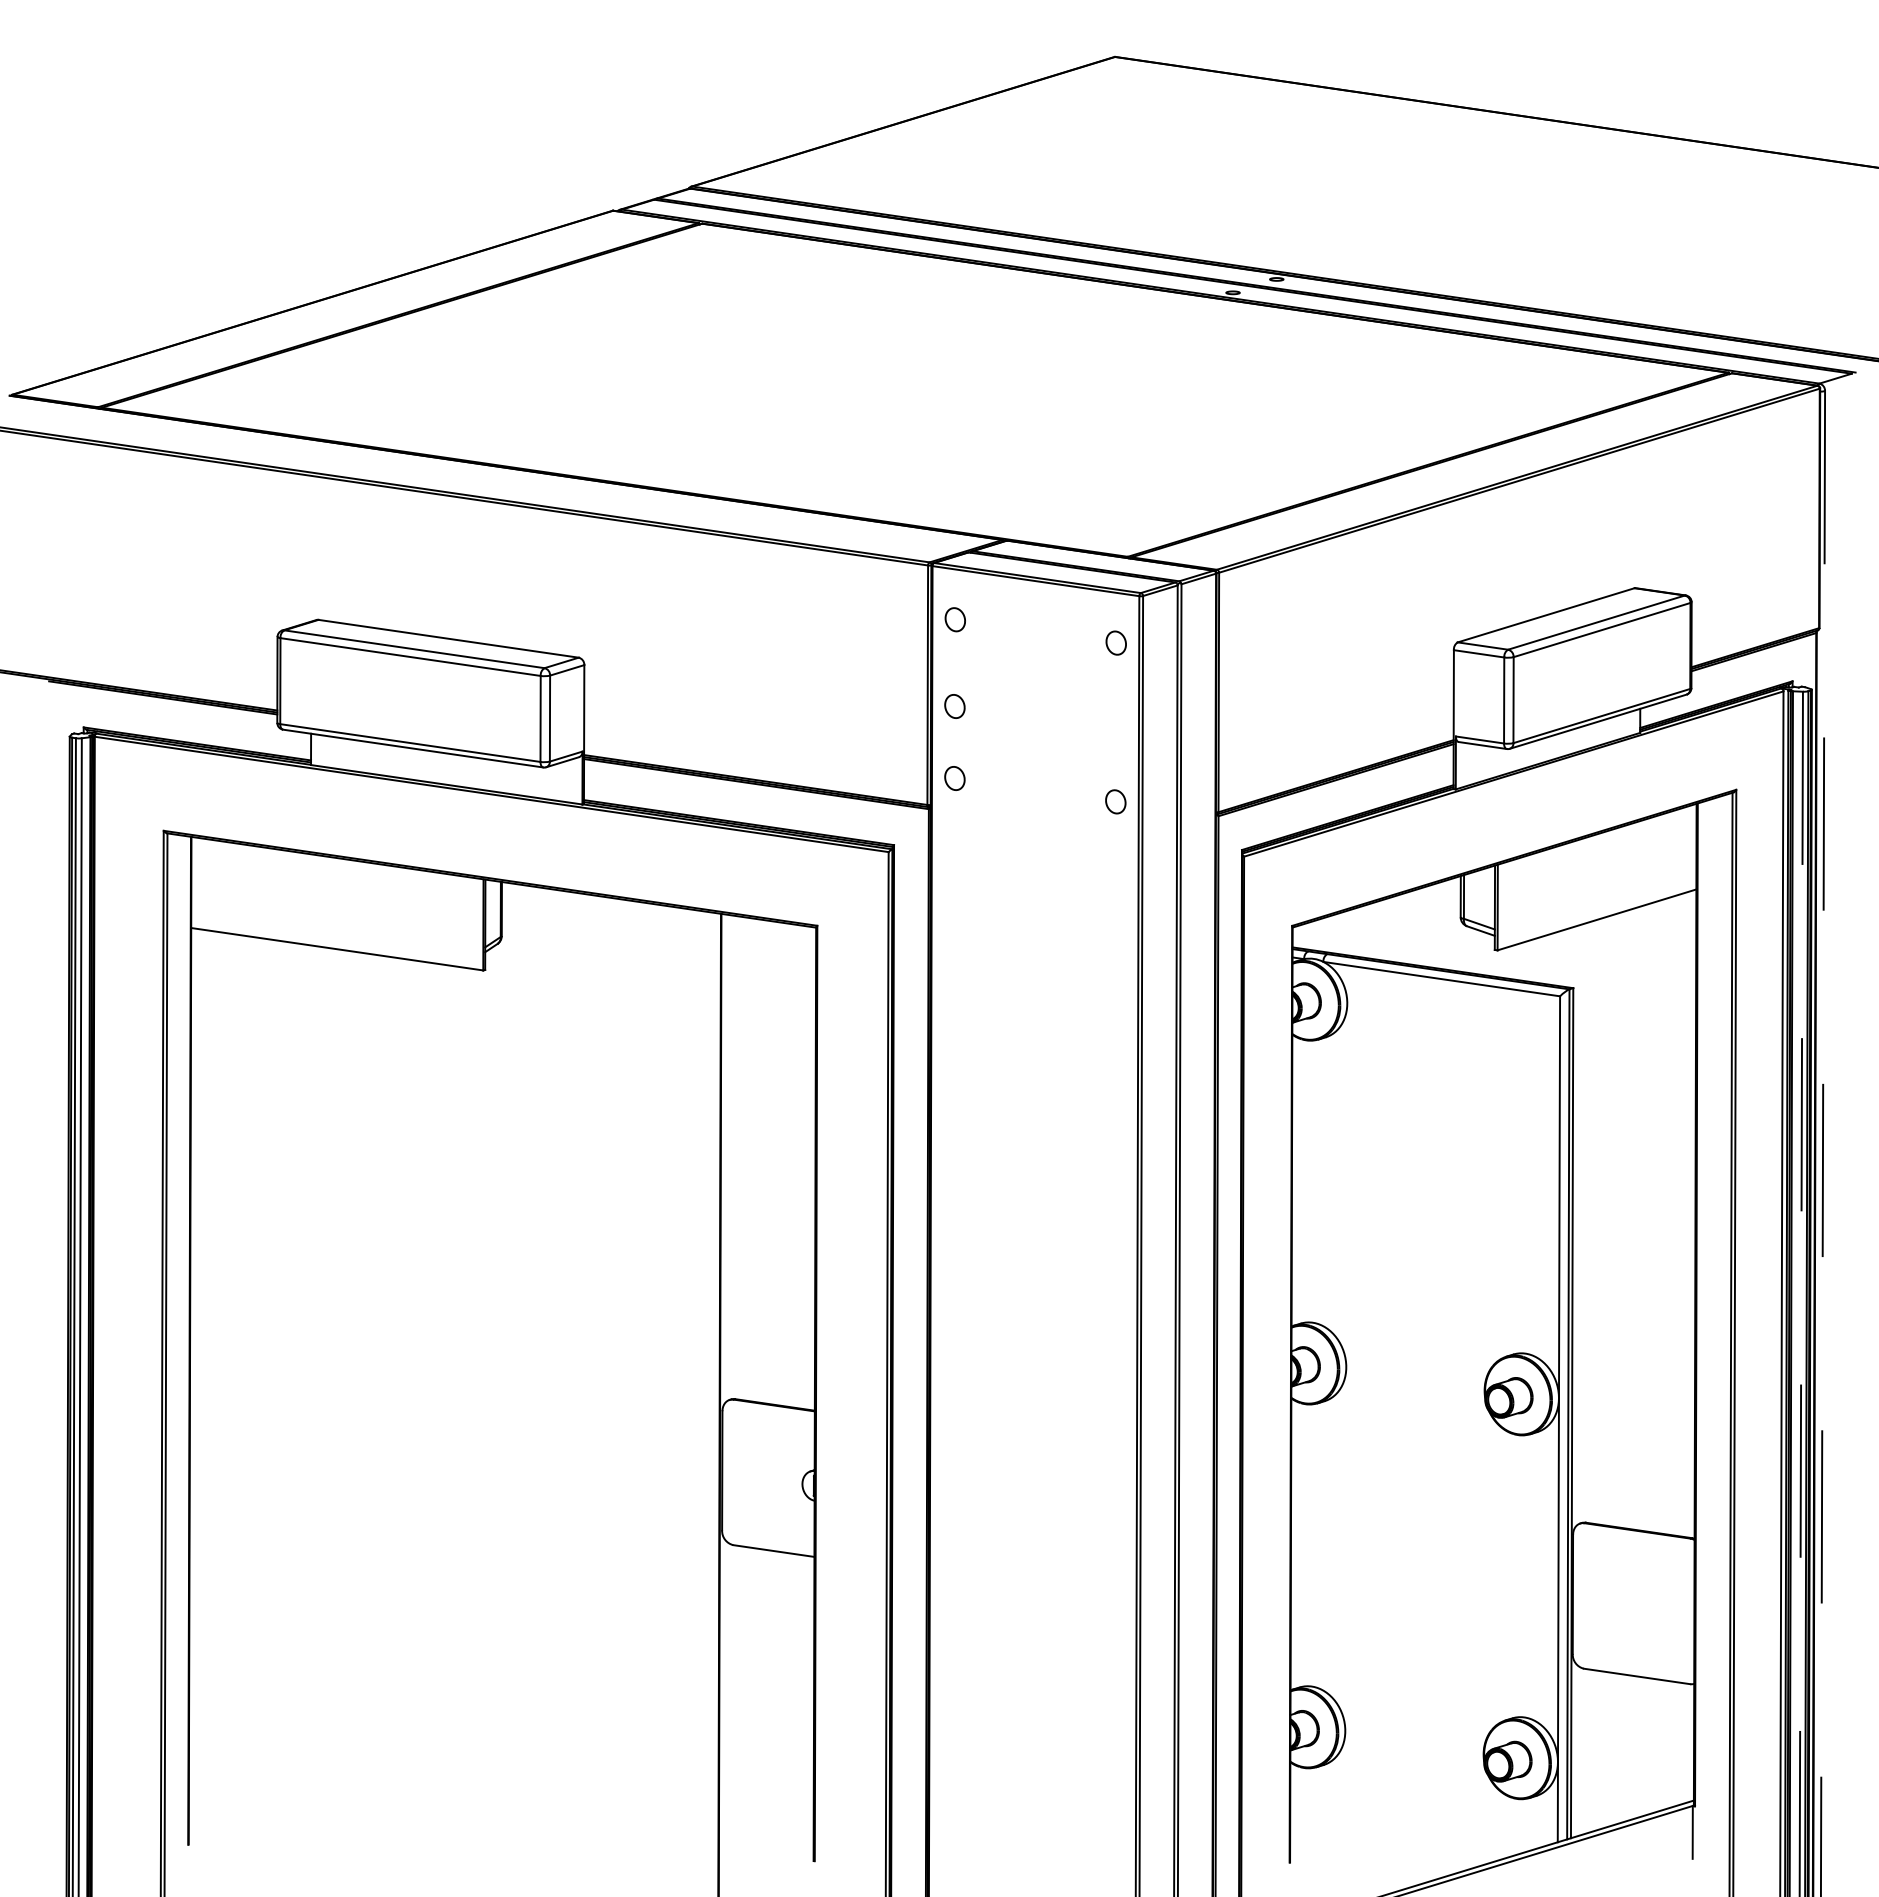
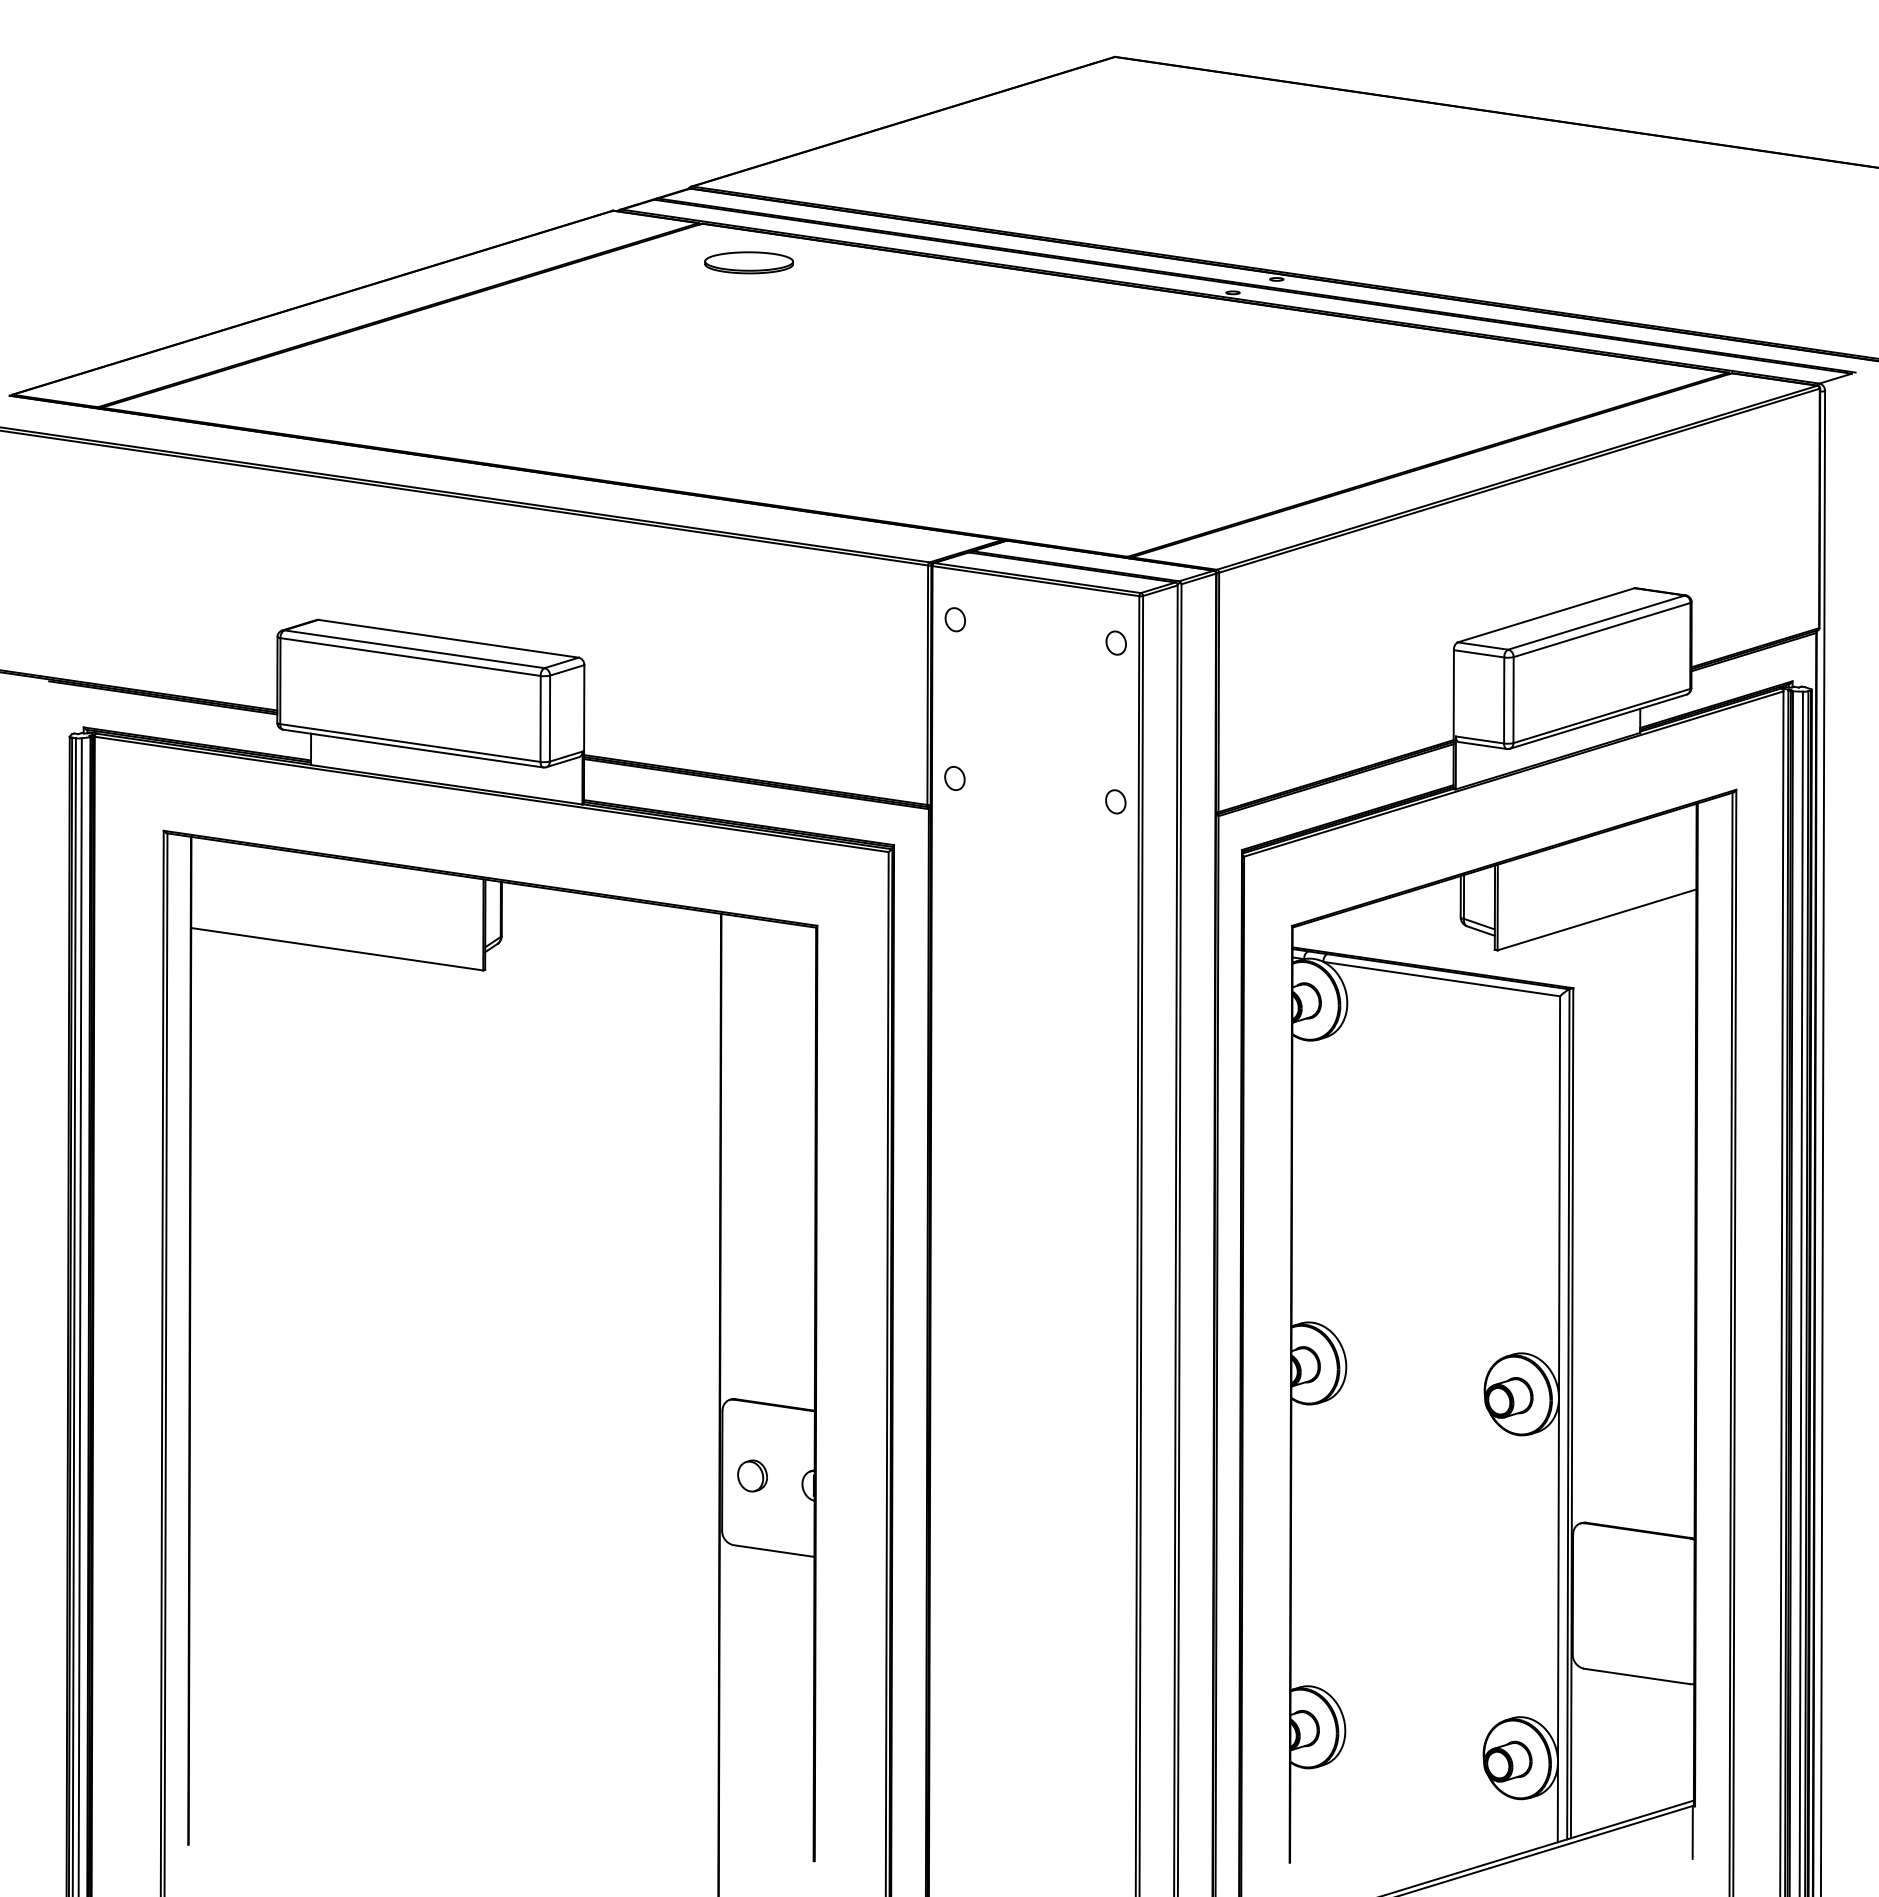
part at (748, 262): none -> present
part at (954, 706): present -> none
line at (1823, 1143): dashed -> solid
line at (1801, 1294): dashed -> solid
part at (752, 1475): none -> present
